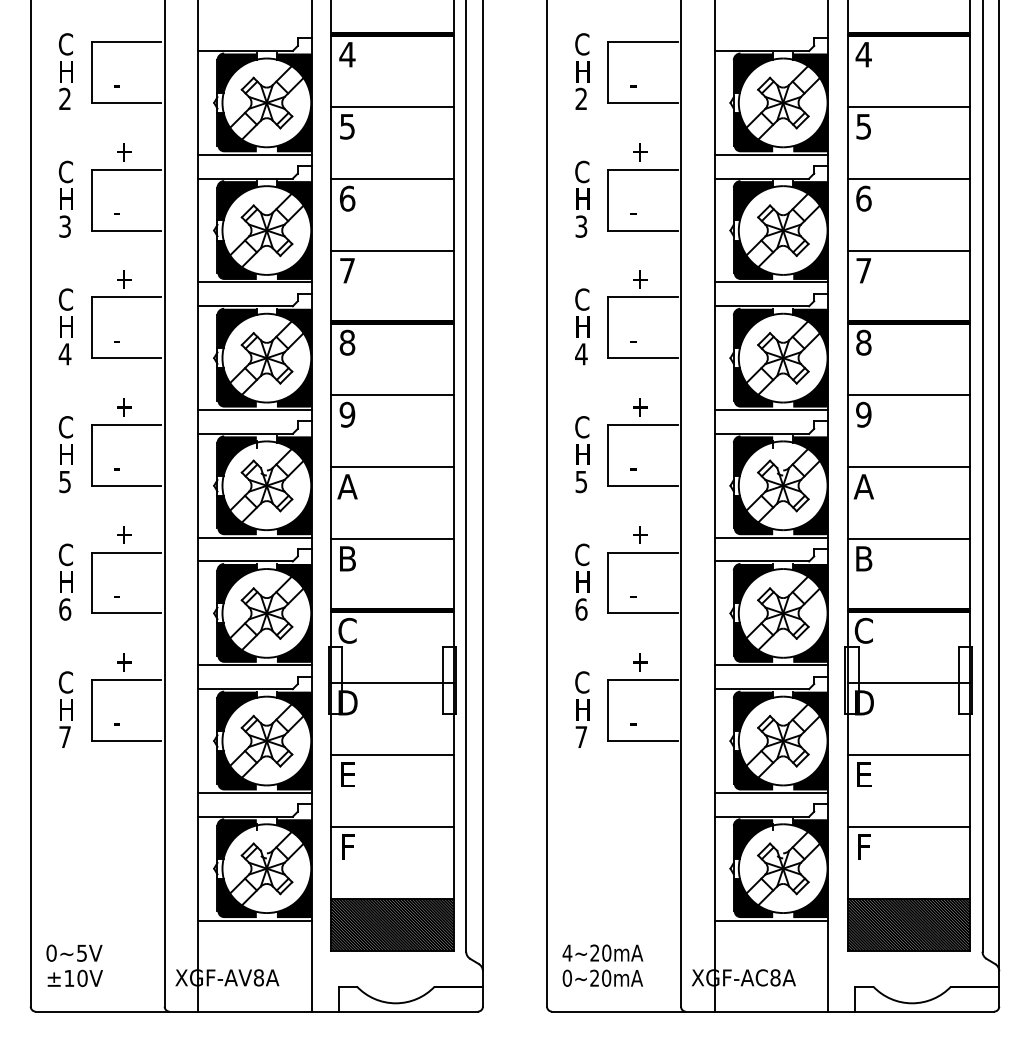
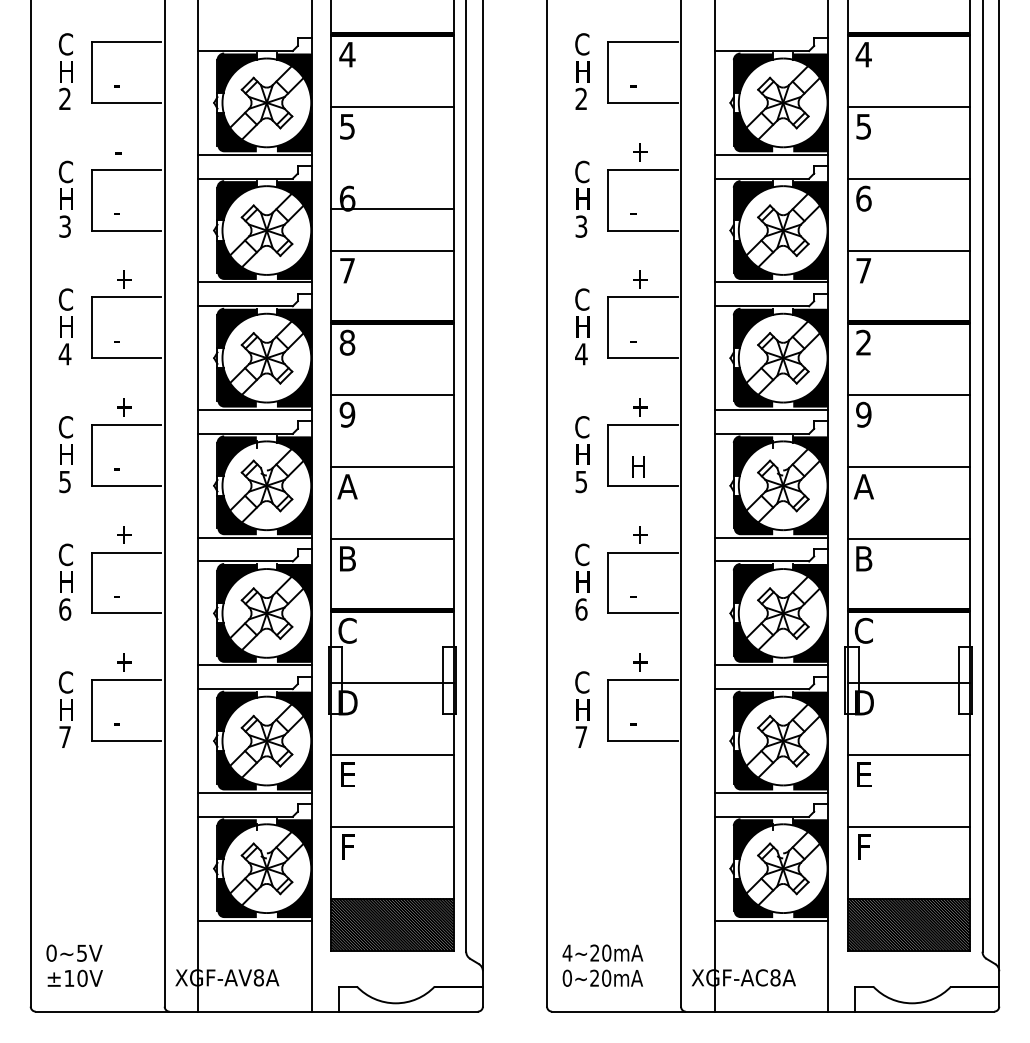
text at (123, 152): + -> -
line at (392, 178) position: (392, 178) -> (392, 208)
text at (863, 342): 8 -> 2
text at (637, 466): - -> H
